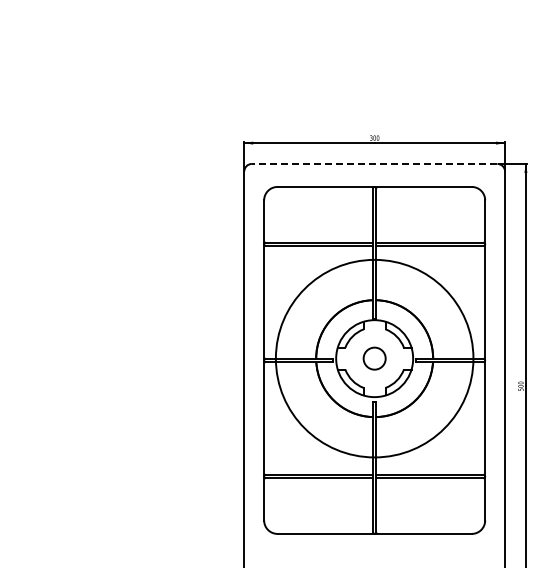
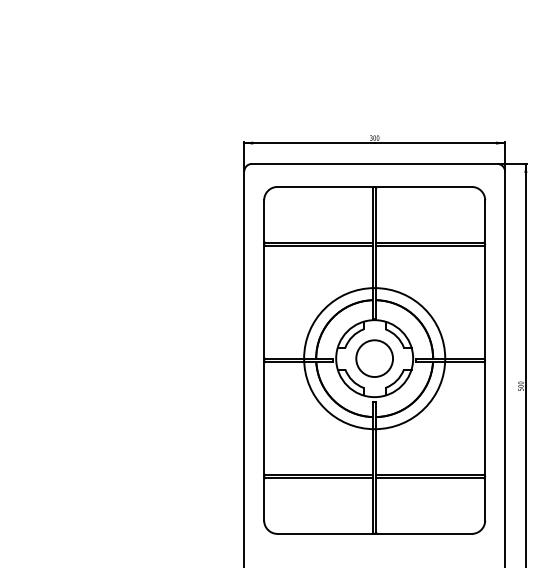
line at (374, 163): dashed -> solid
circle at (374, 358) diameter: 198 px -> 141 px
circle at (374, 358) diameter: 22 px -> 37 px
